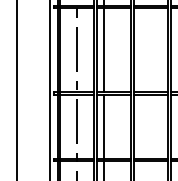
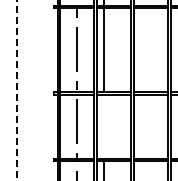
line at (50, 89): present -> none
line at (16, 90): solid -> dashed
line at (104, 126): present -> none
